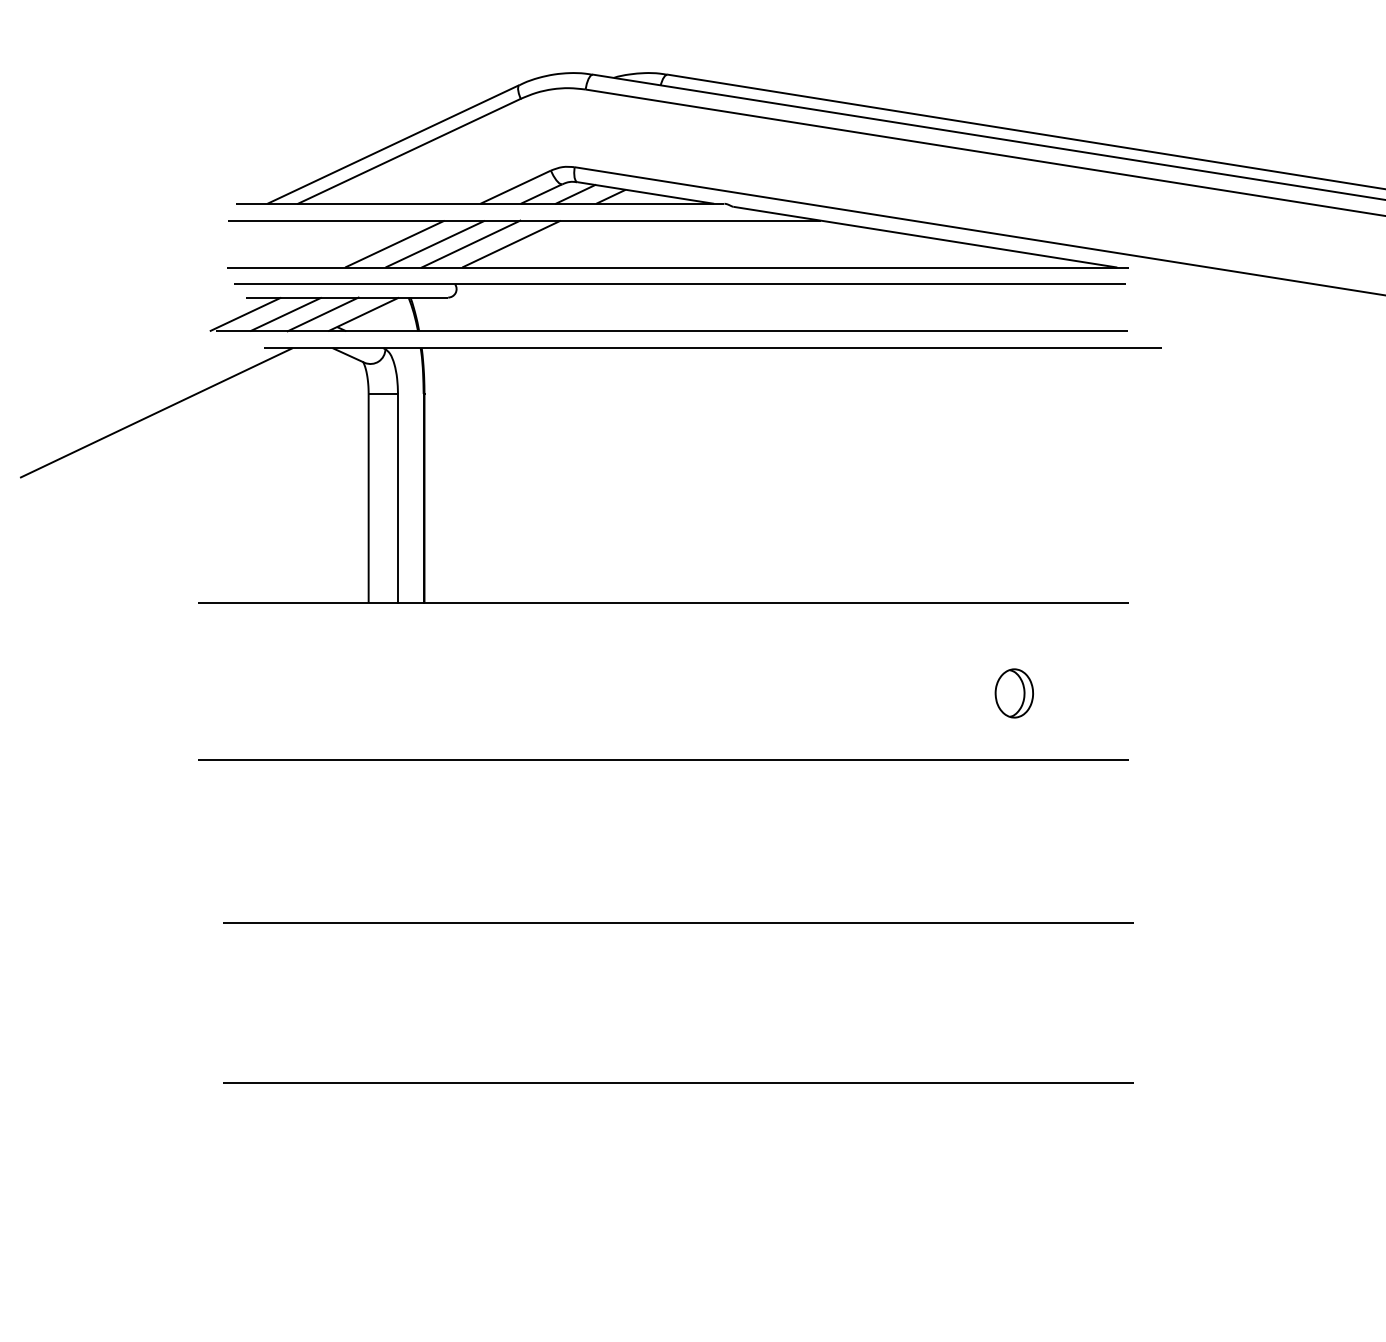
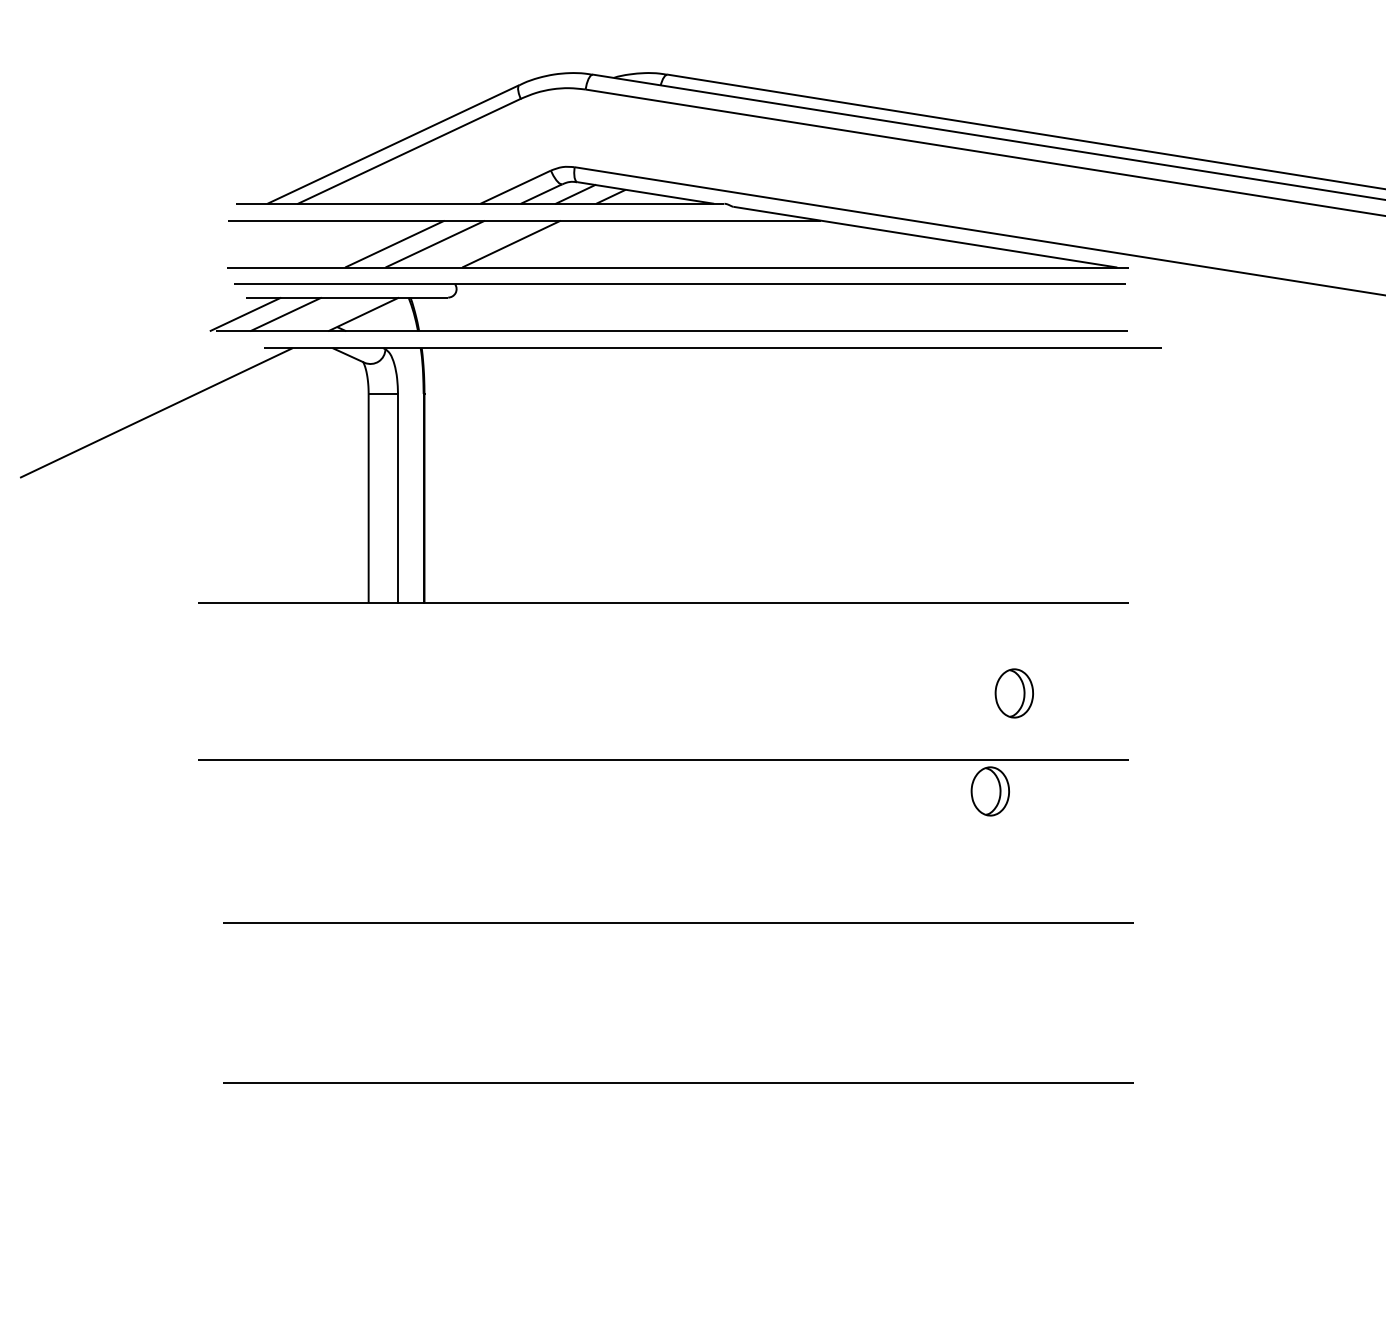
line at (470, 243): present -> none
line at (322, 314): present -> none
part at (989, 791): none -> present
